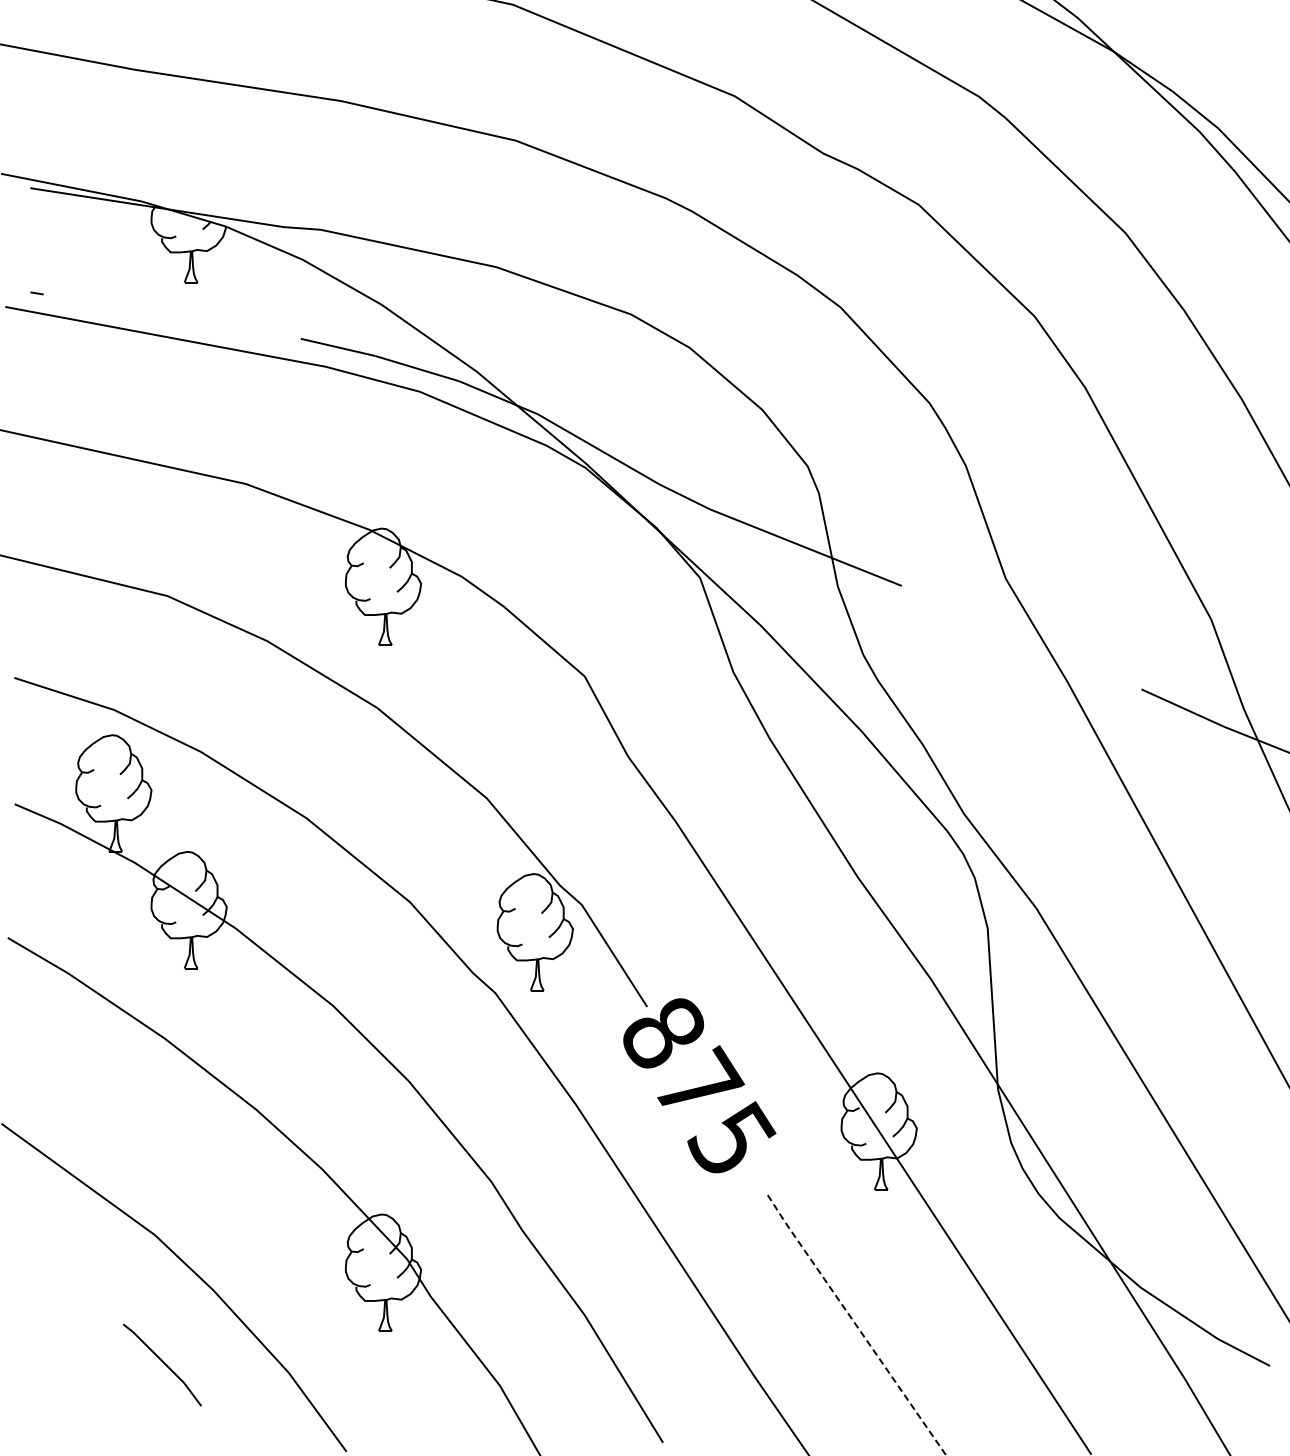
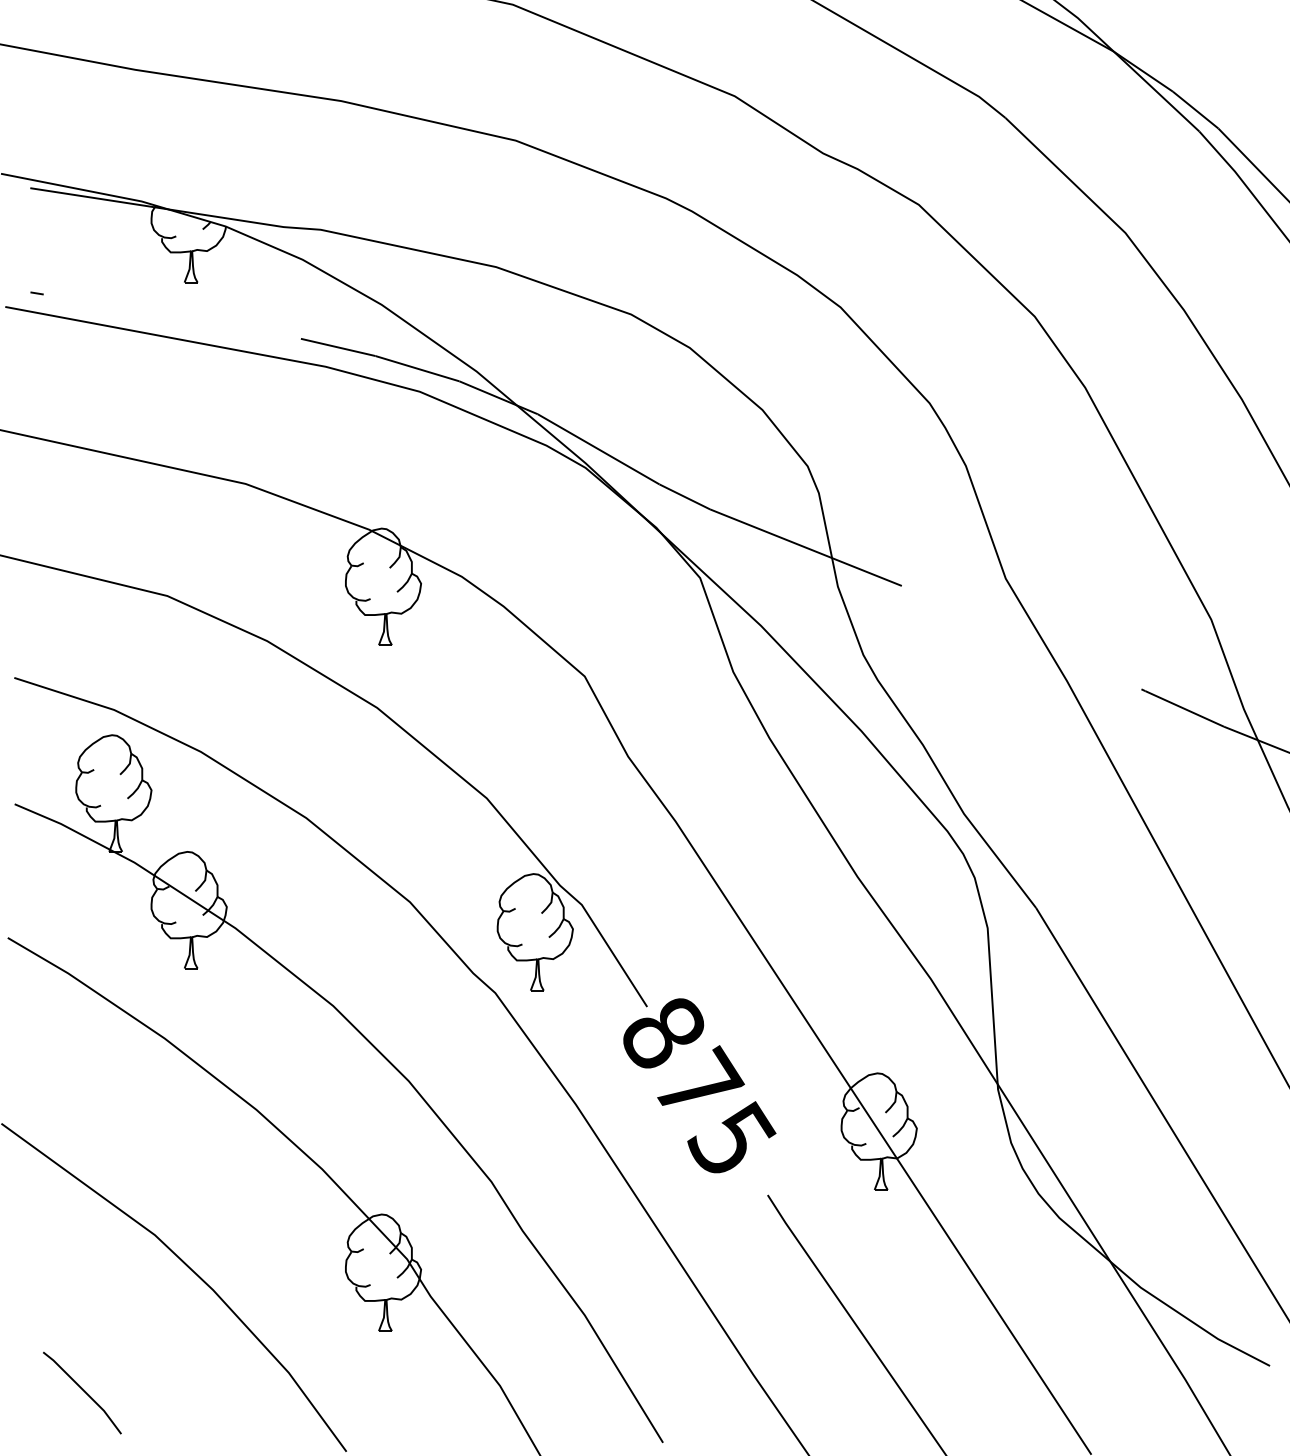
line at (856, 1325): dashed -> solid
line at (163, 1363) position: (163, 1363) -> (83, 1391)
